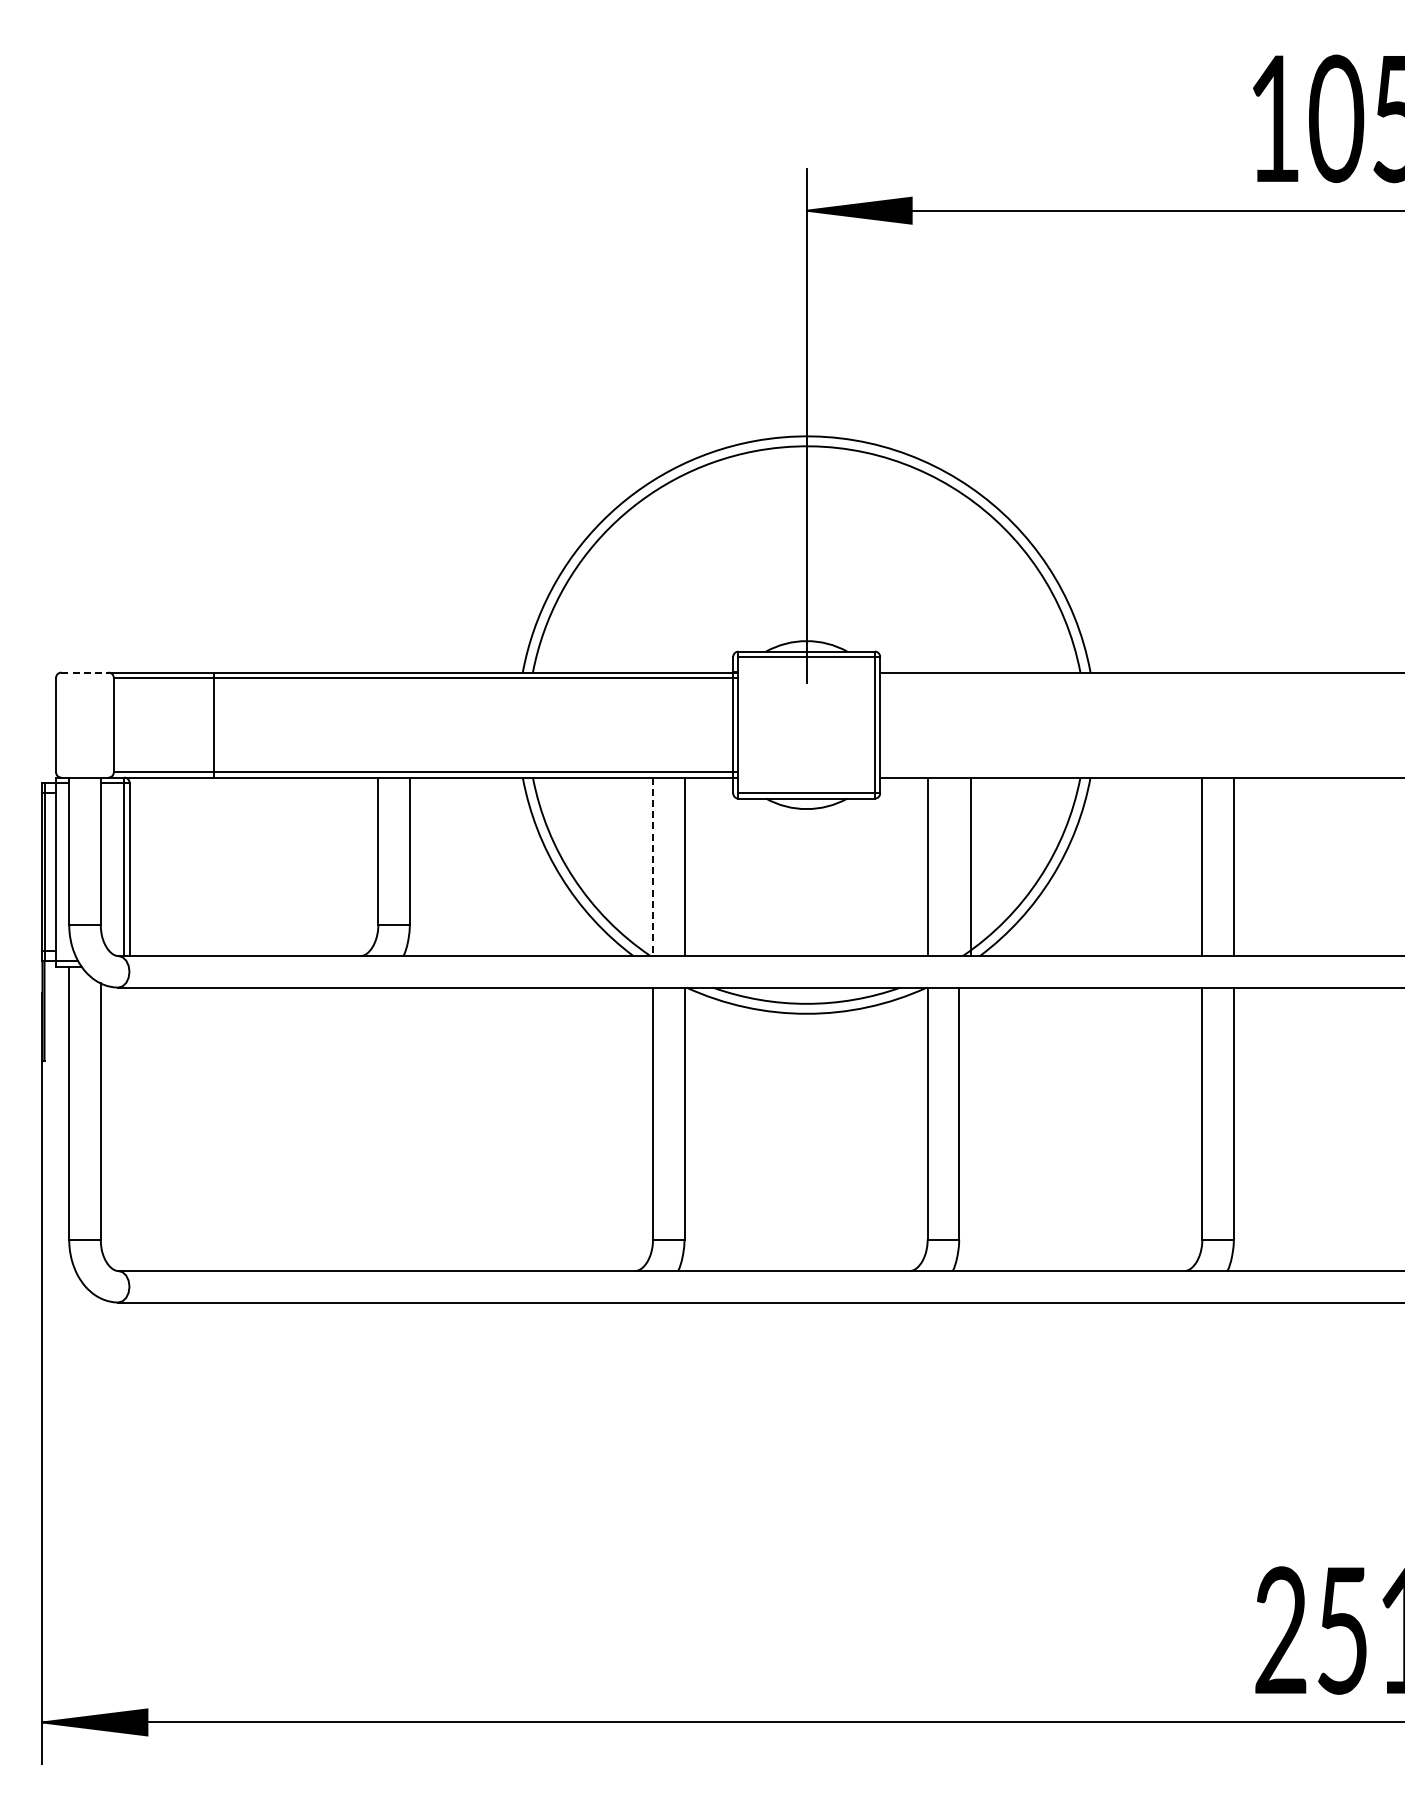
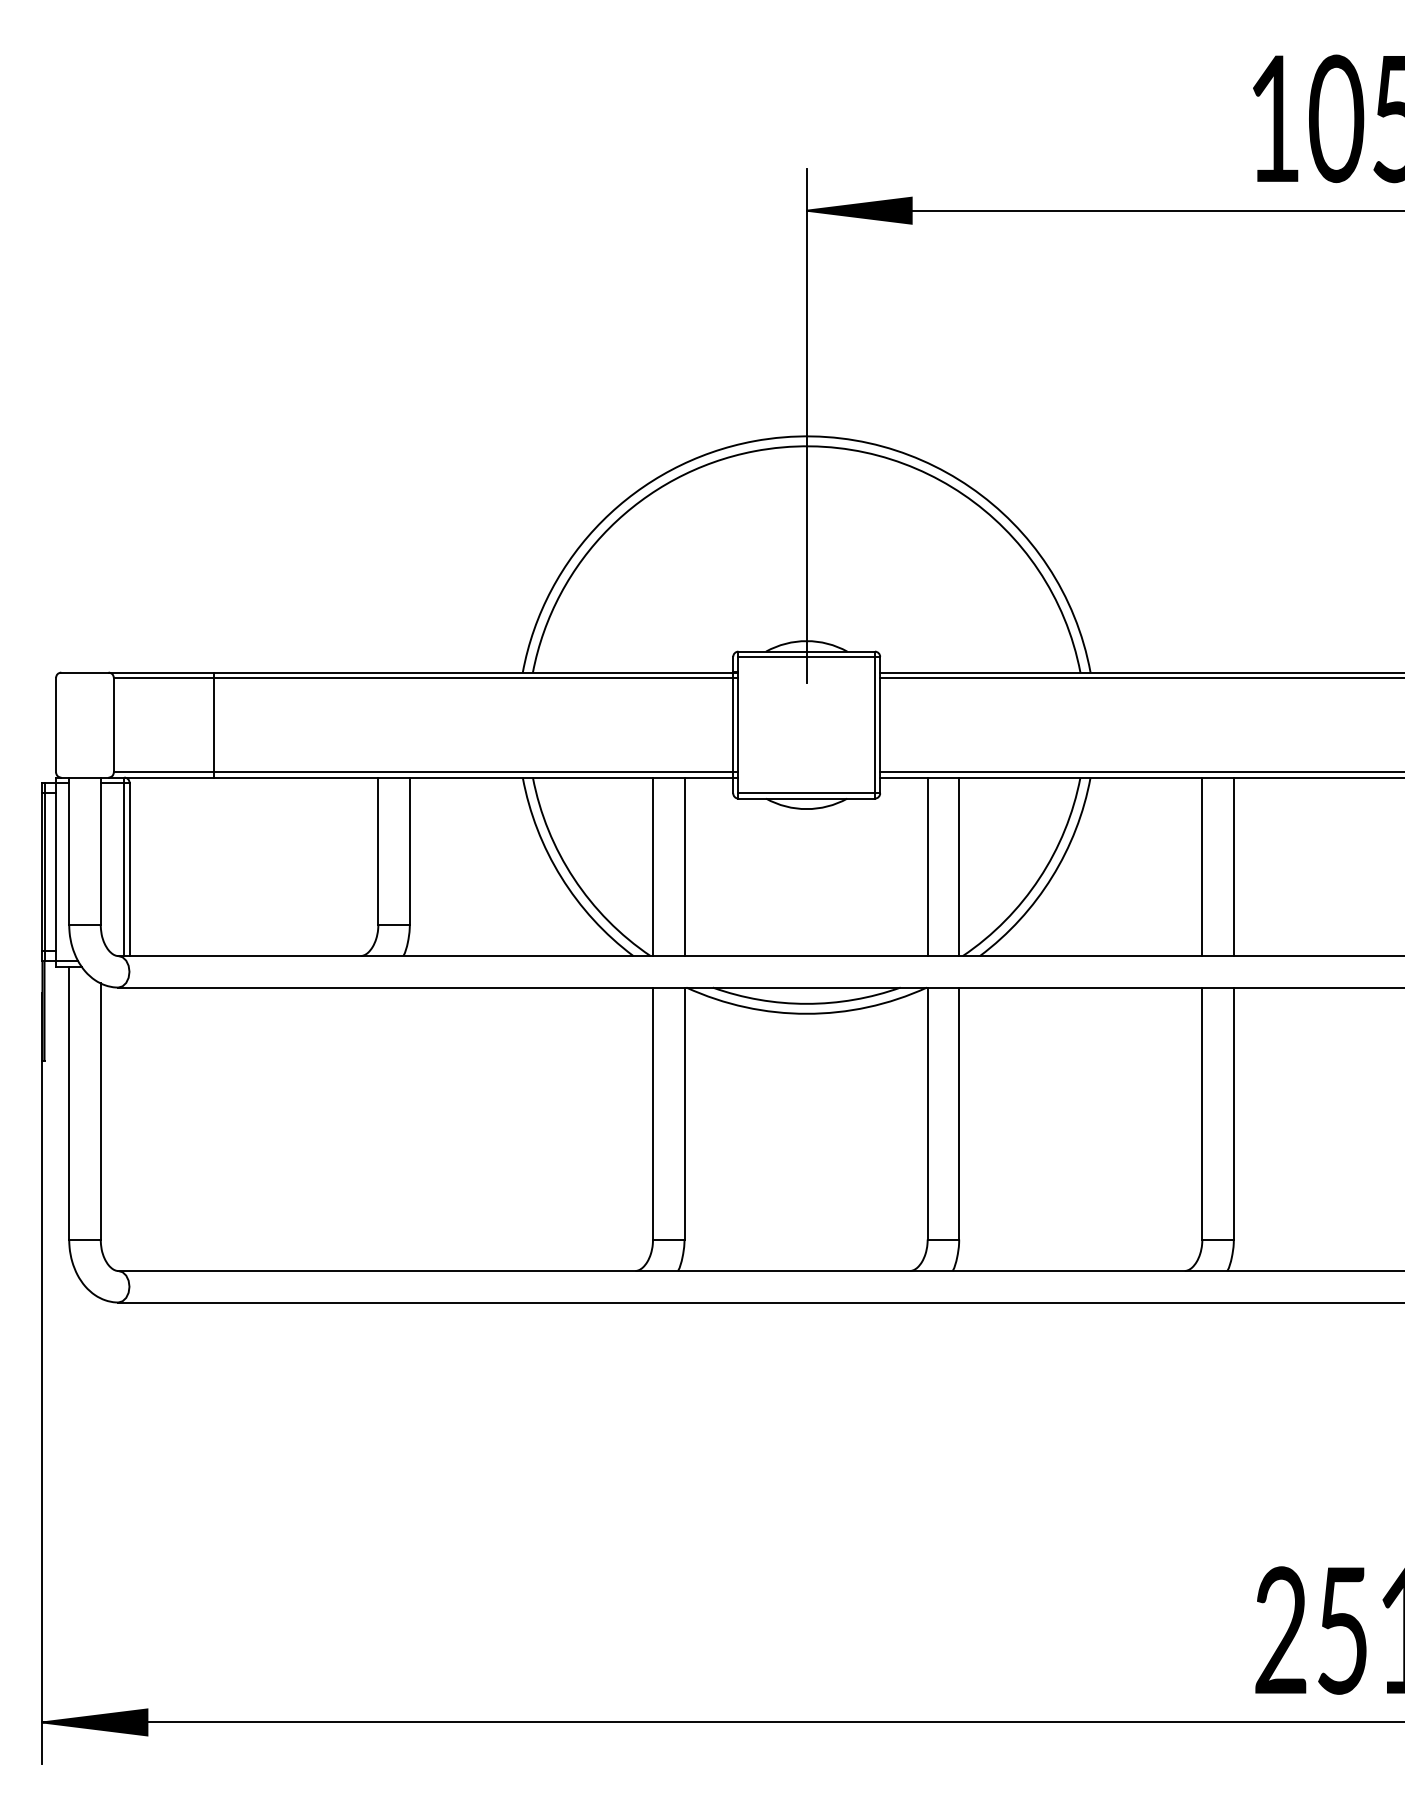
line at (84, 672): dashed -> solid
line at (1140, 677): none -> present
line at (1140, 772): none -> present
line at (971, 866) position: (971, 866) -> (959, 866)
line at (653, 867): dashed -> solid
